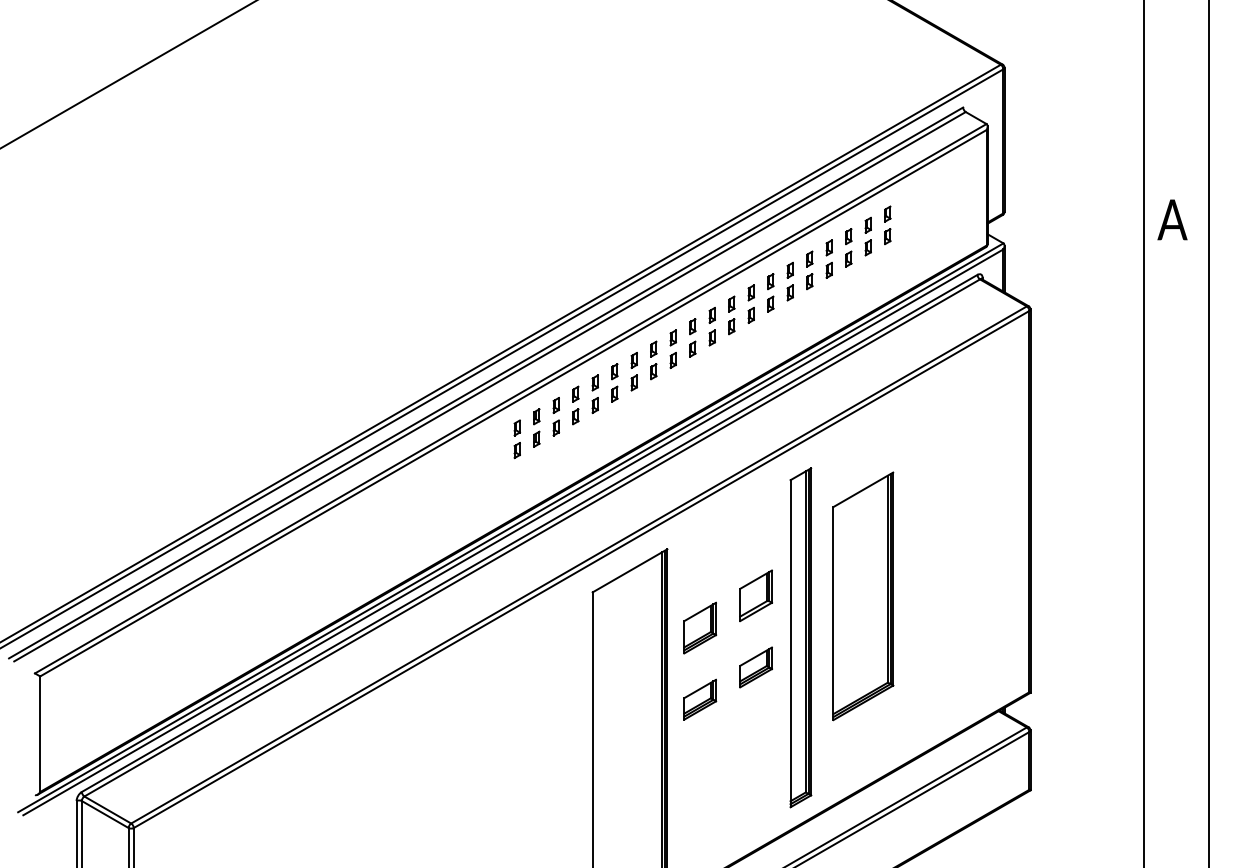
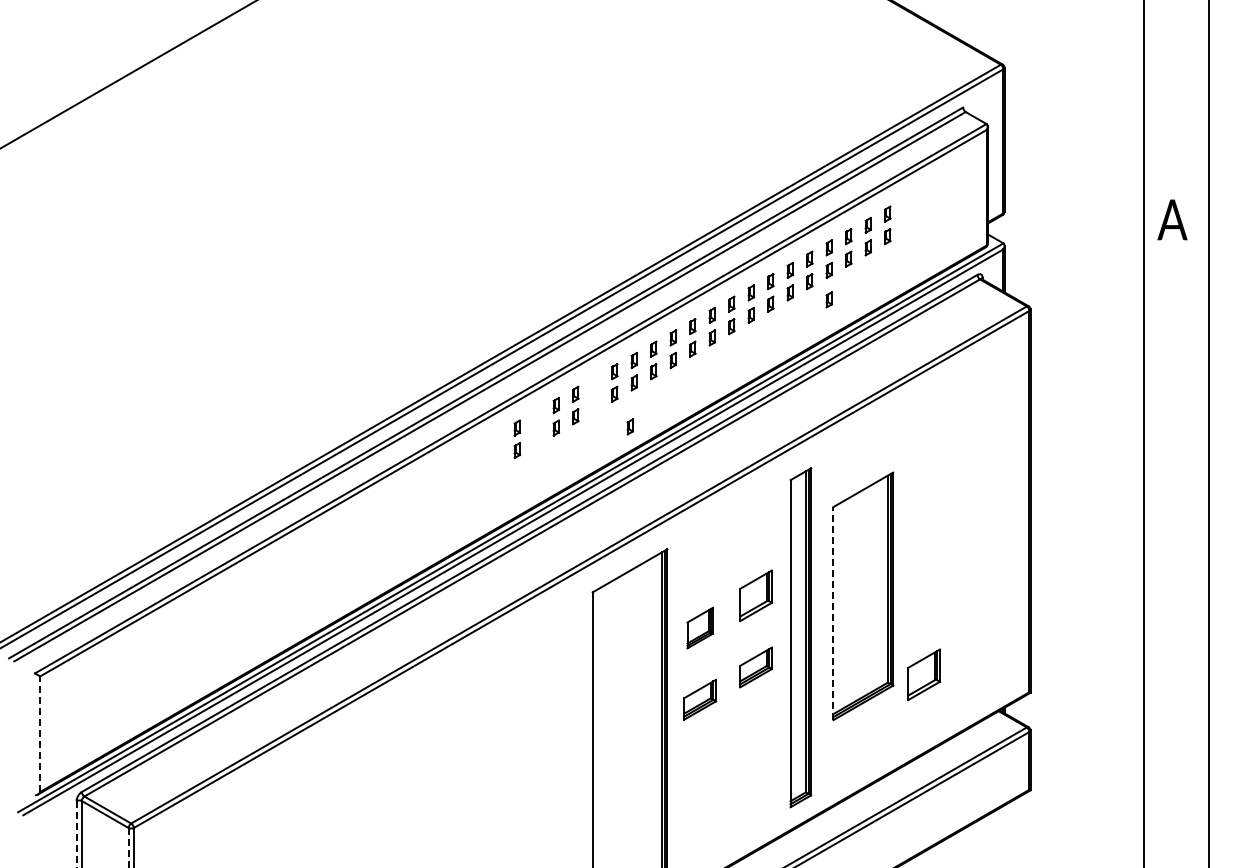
part at (828, 299): none -> present
part at (594, 393): present -> none
part at (629, 426): none -> present
part at (536, 427): present -> none
line at (833, 613): solid -> dashed
part at (700, 627) size: 35x54 px -> 28x44 px
part at (923, 674): none -> present
line at (40, 734): solid -> dashed
line at (76, 834): solid -> dashed
line at (128, 847): solid -> dashed
